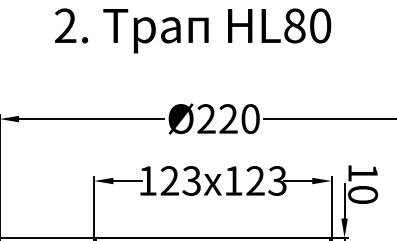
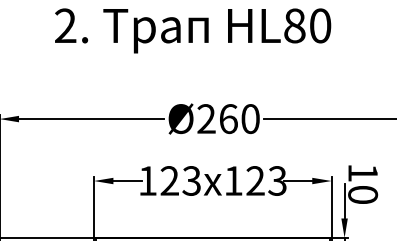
text at (228, 119): Ø220 -> Ø260
